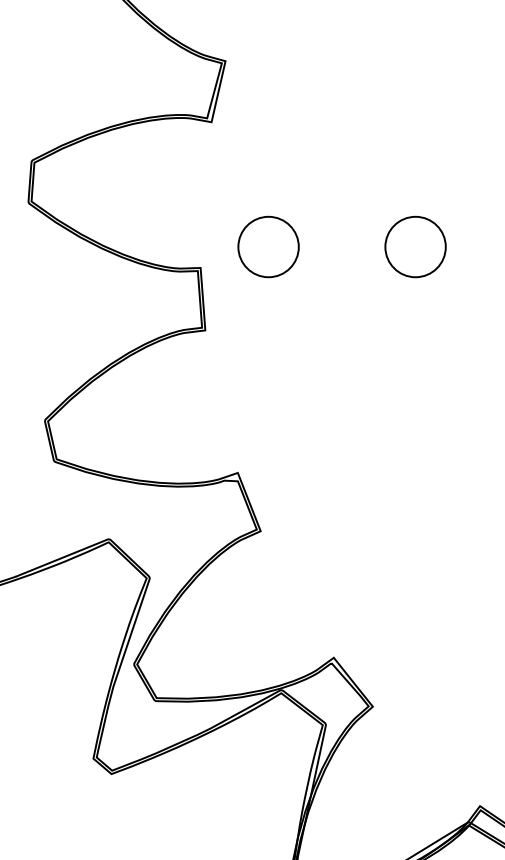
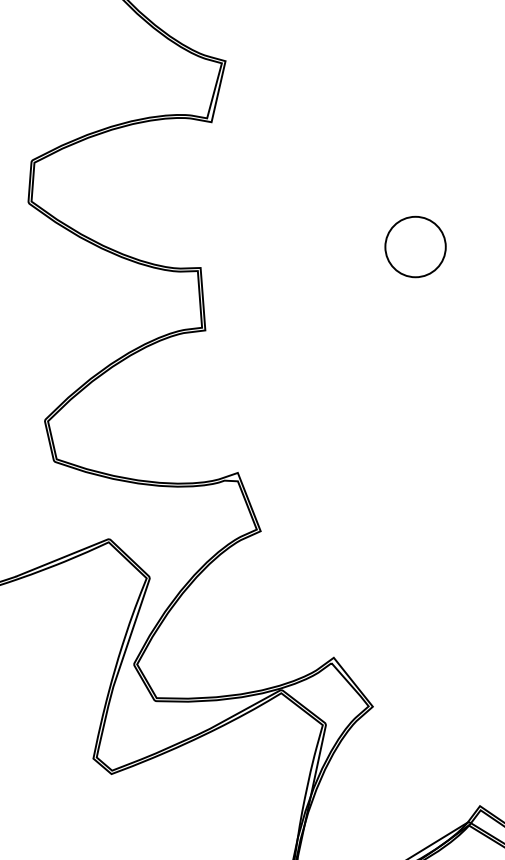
circle at (268, 246): present -> none
